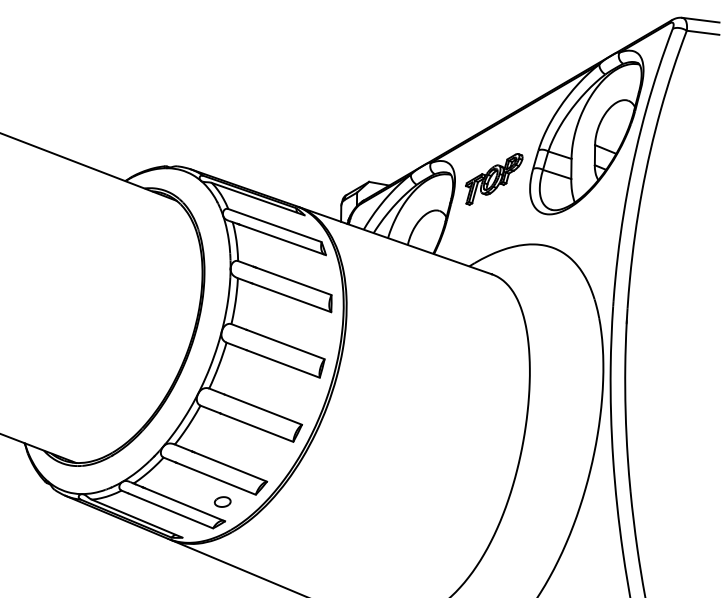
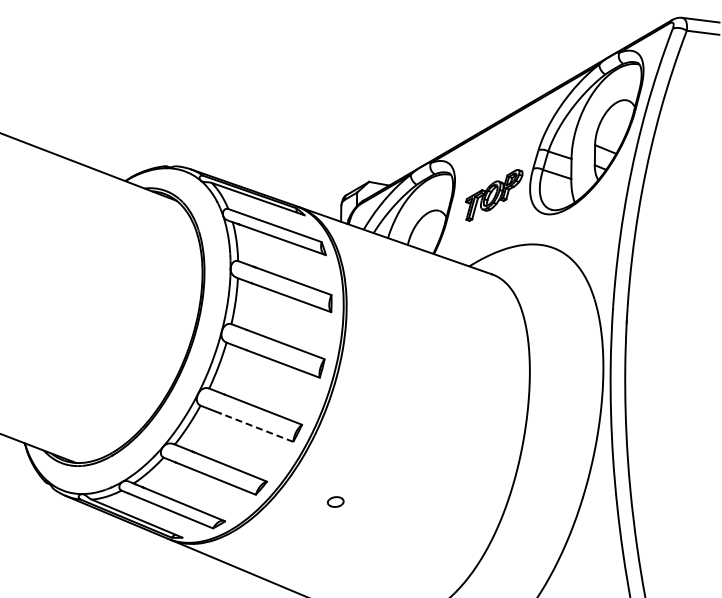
part at (494, 179) position: (494, 179) -> (494, 195)
line at (256, 427): solid -> dashed
part at (222, 501) position: (222, 501) -> (335, 501)
